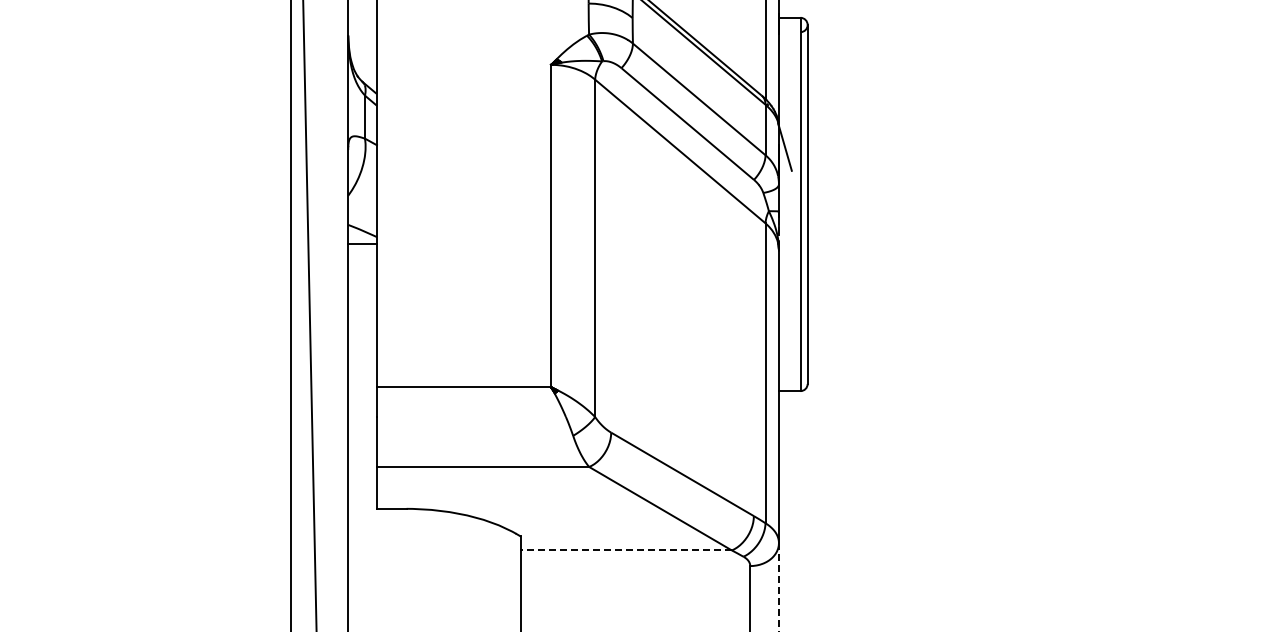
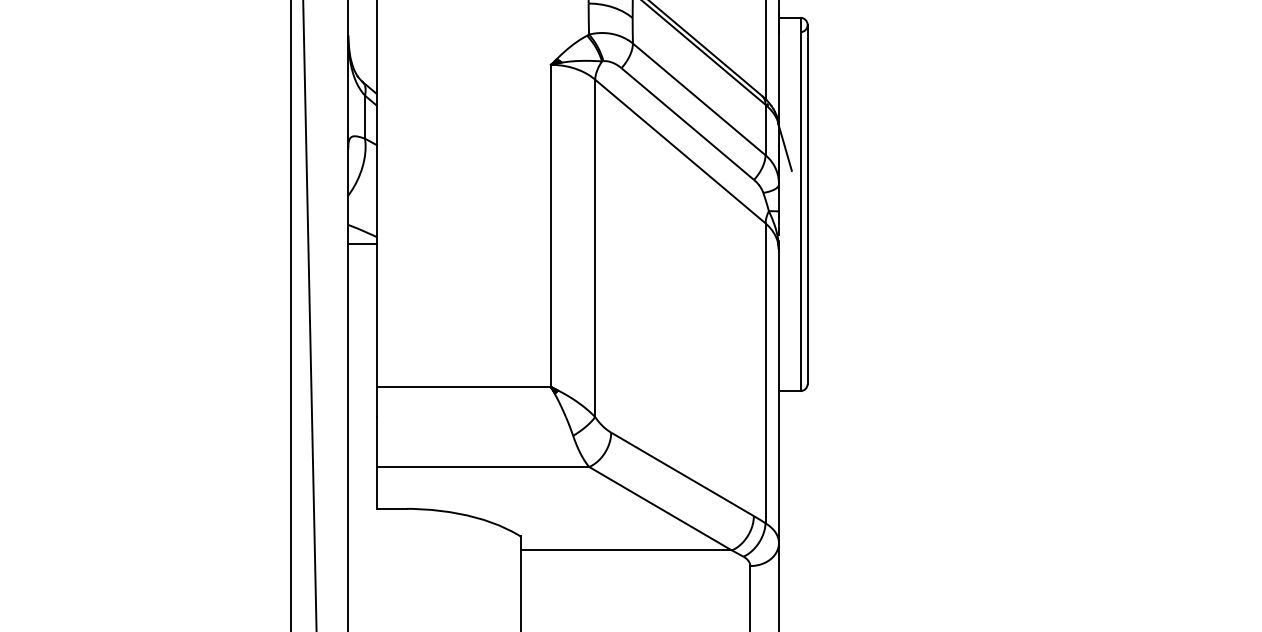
line at (626, 550): dashed -> solid
line at (778, 587): dashed -> solid
